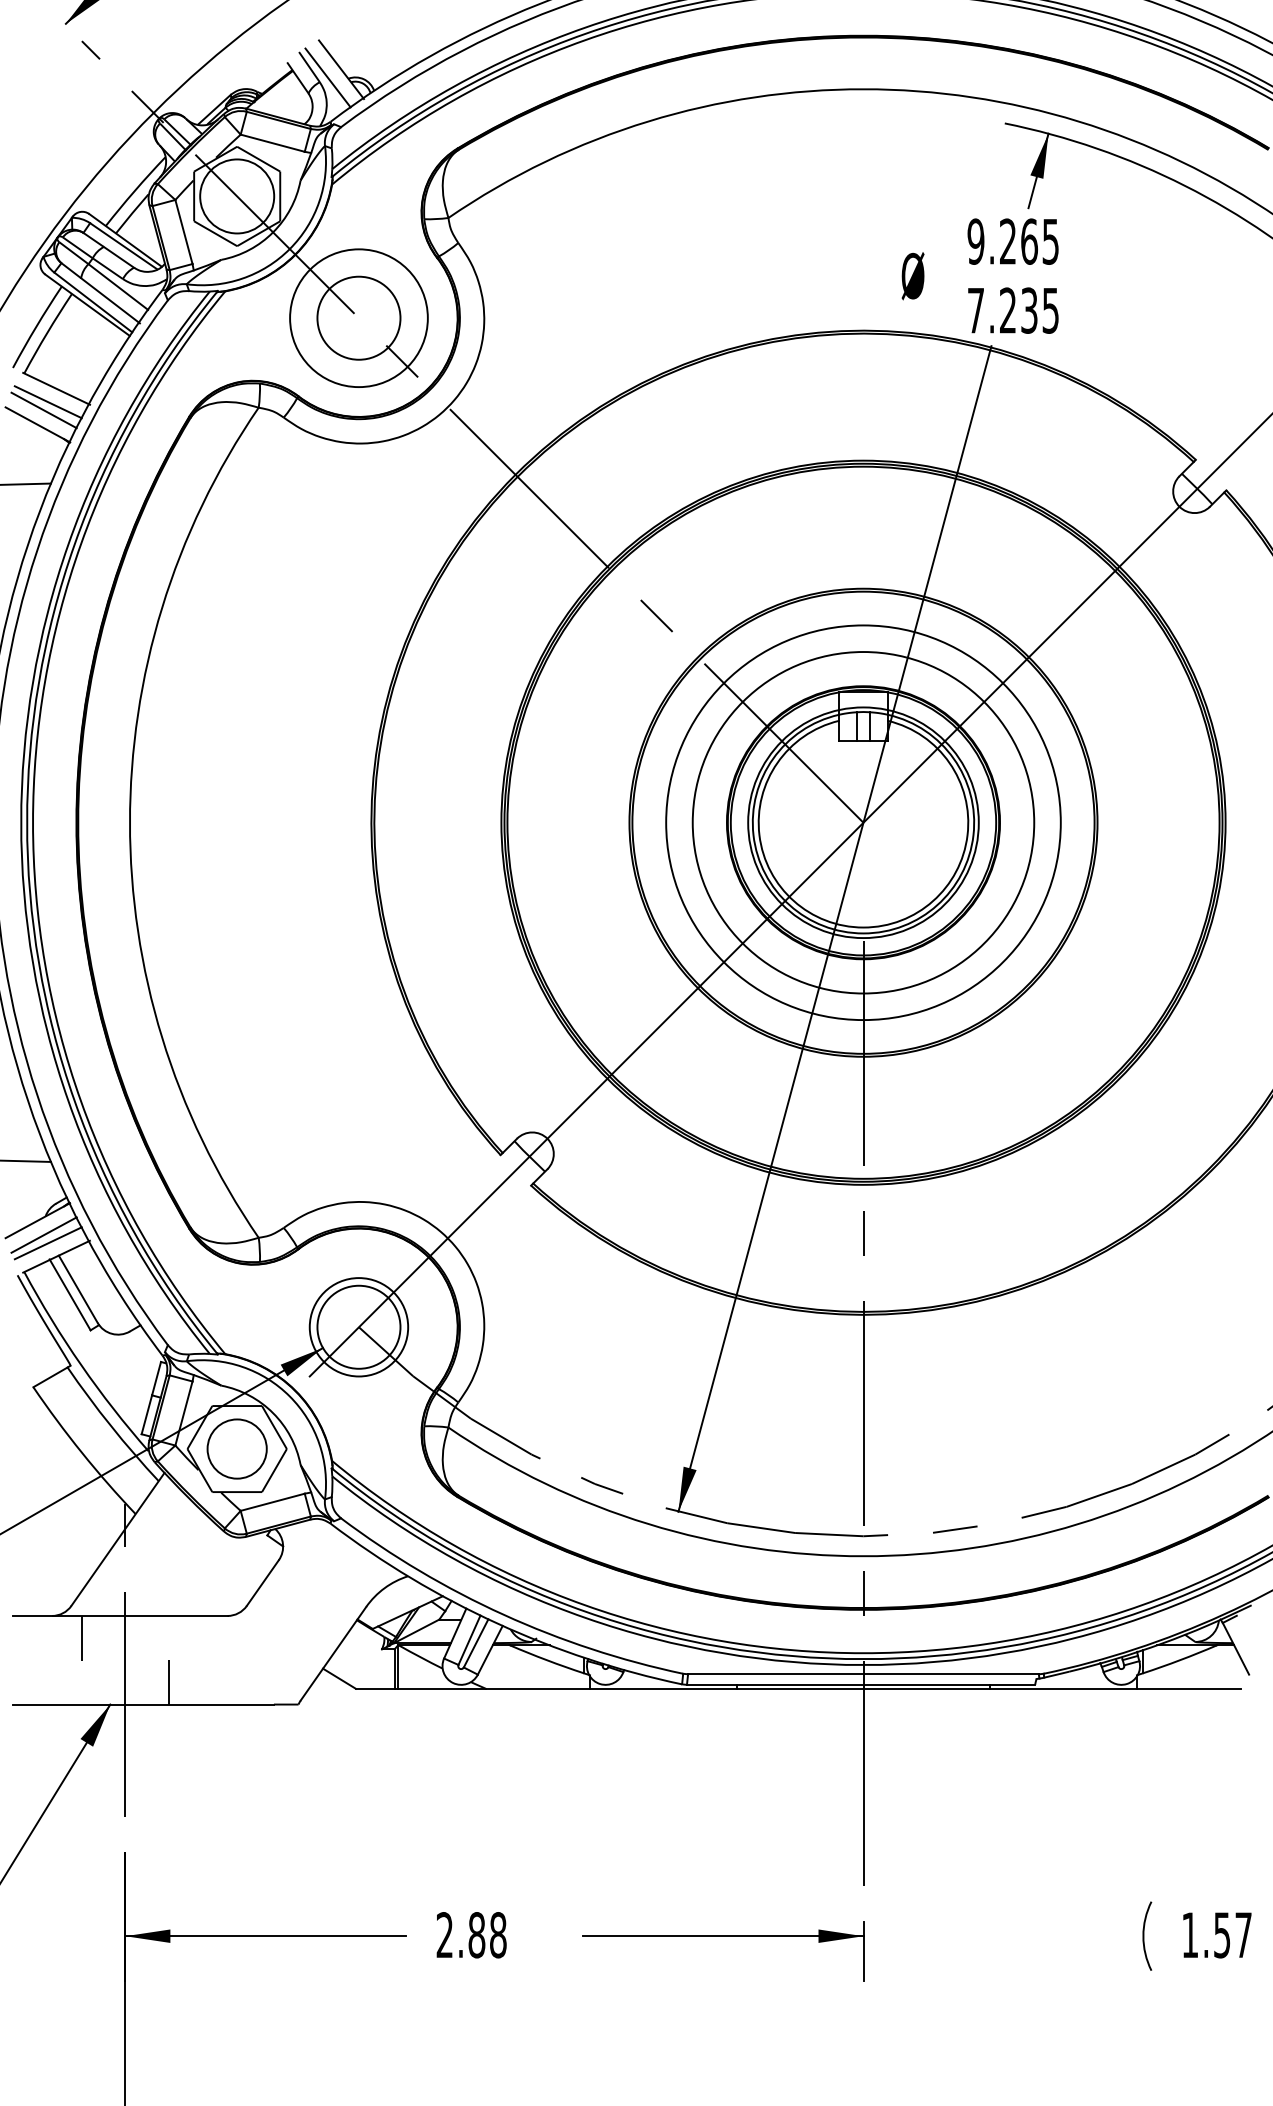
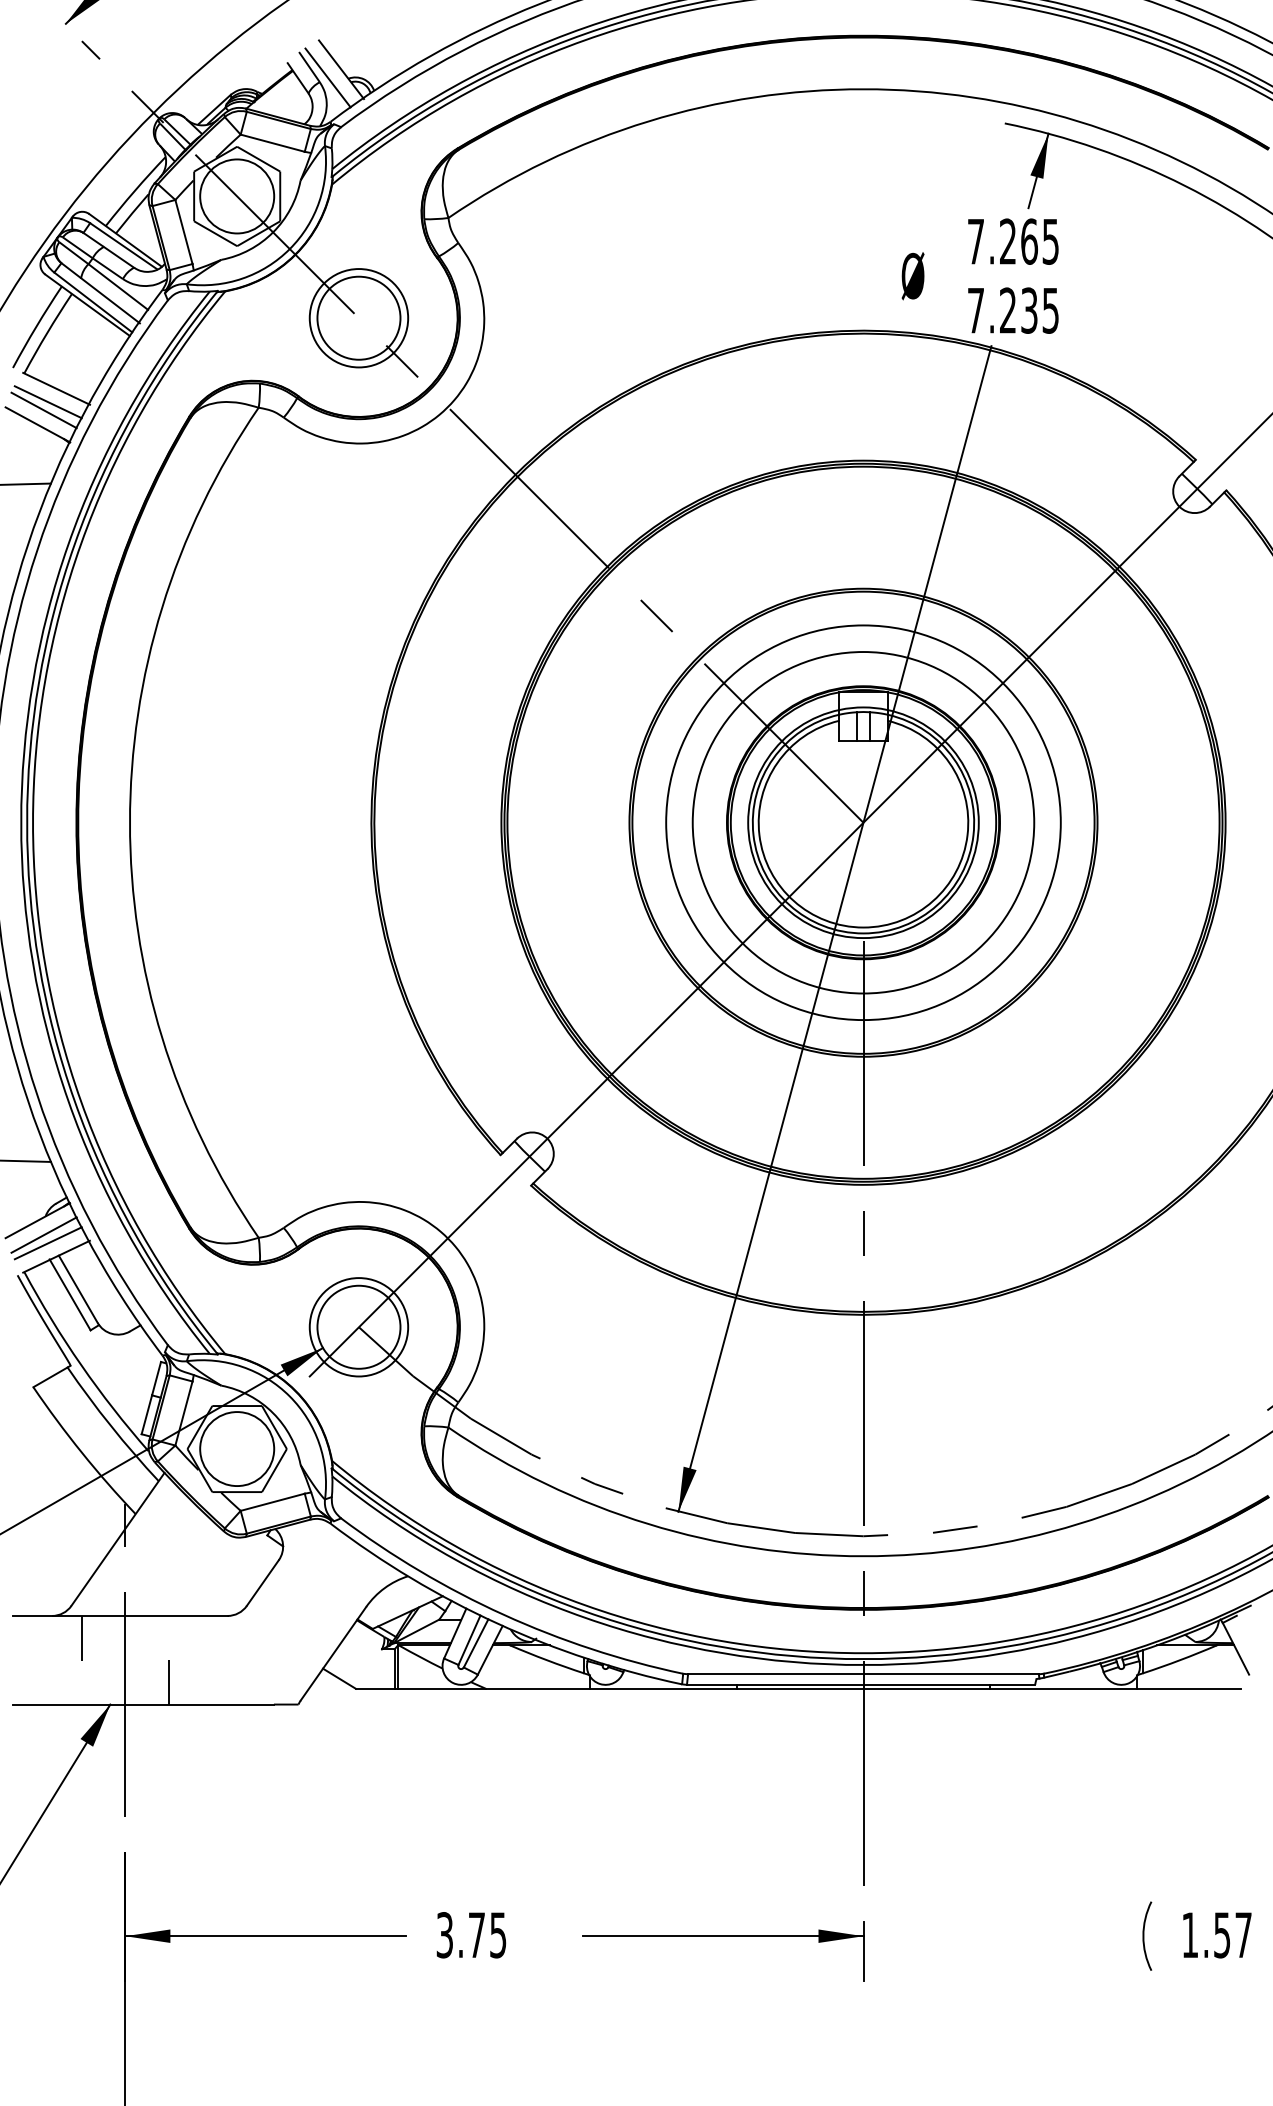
text at (975, 241): 9.265 -> 7.265
circle at (358, 318) diameter: 138 px -> 98 px
circle at (236, 1448) diameter: 59 px -> 74 px
text at (471, 1935): 2.88 -> 3.75
